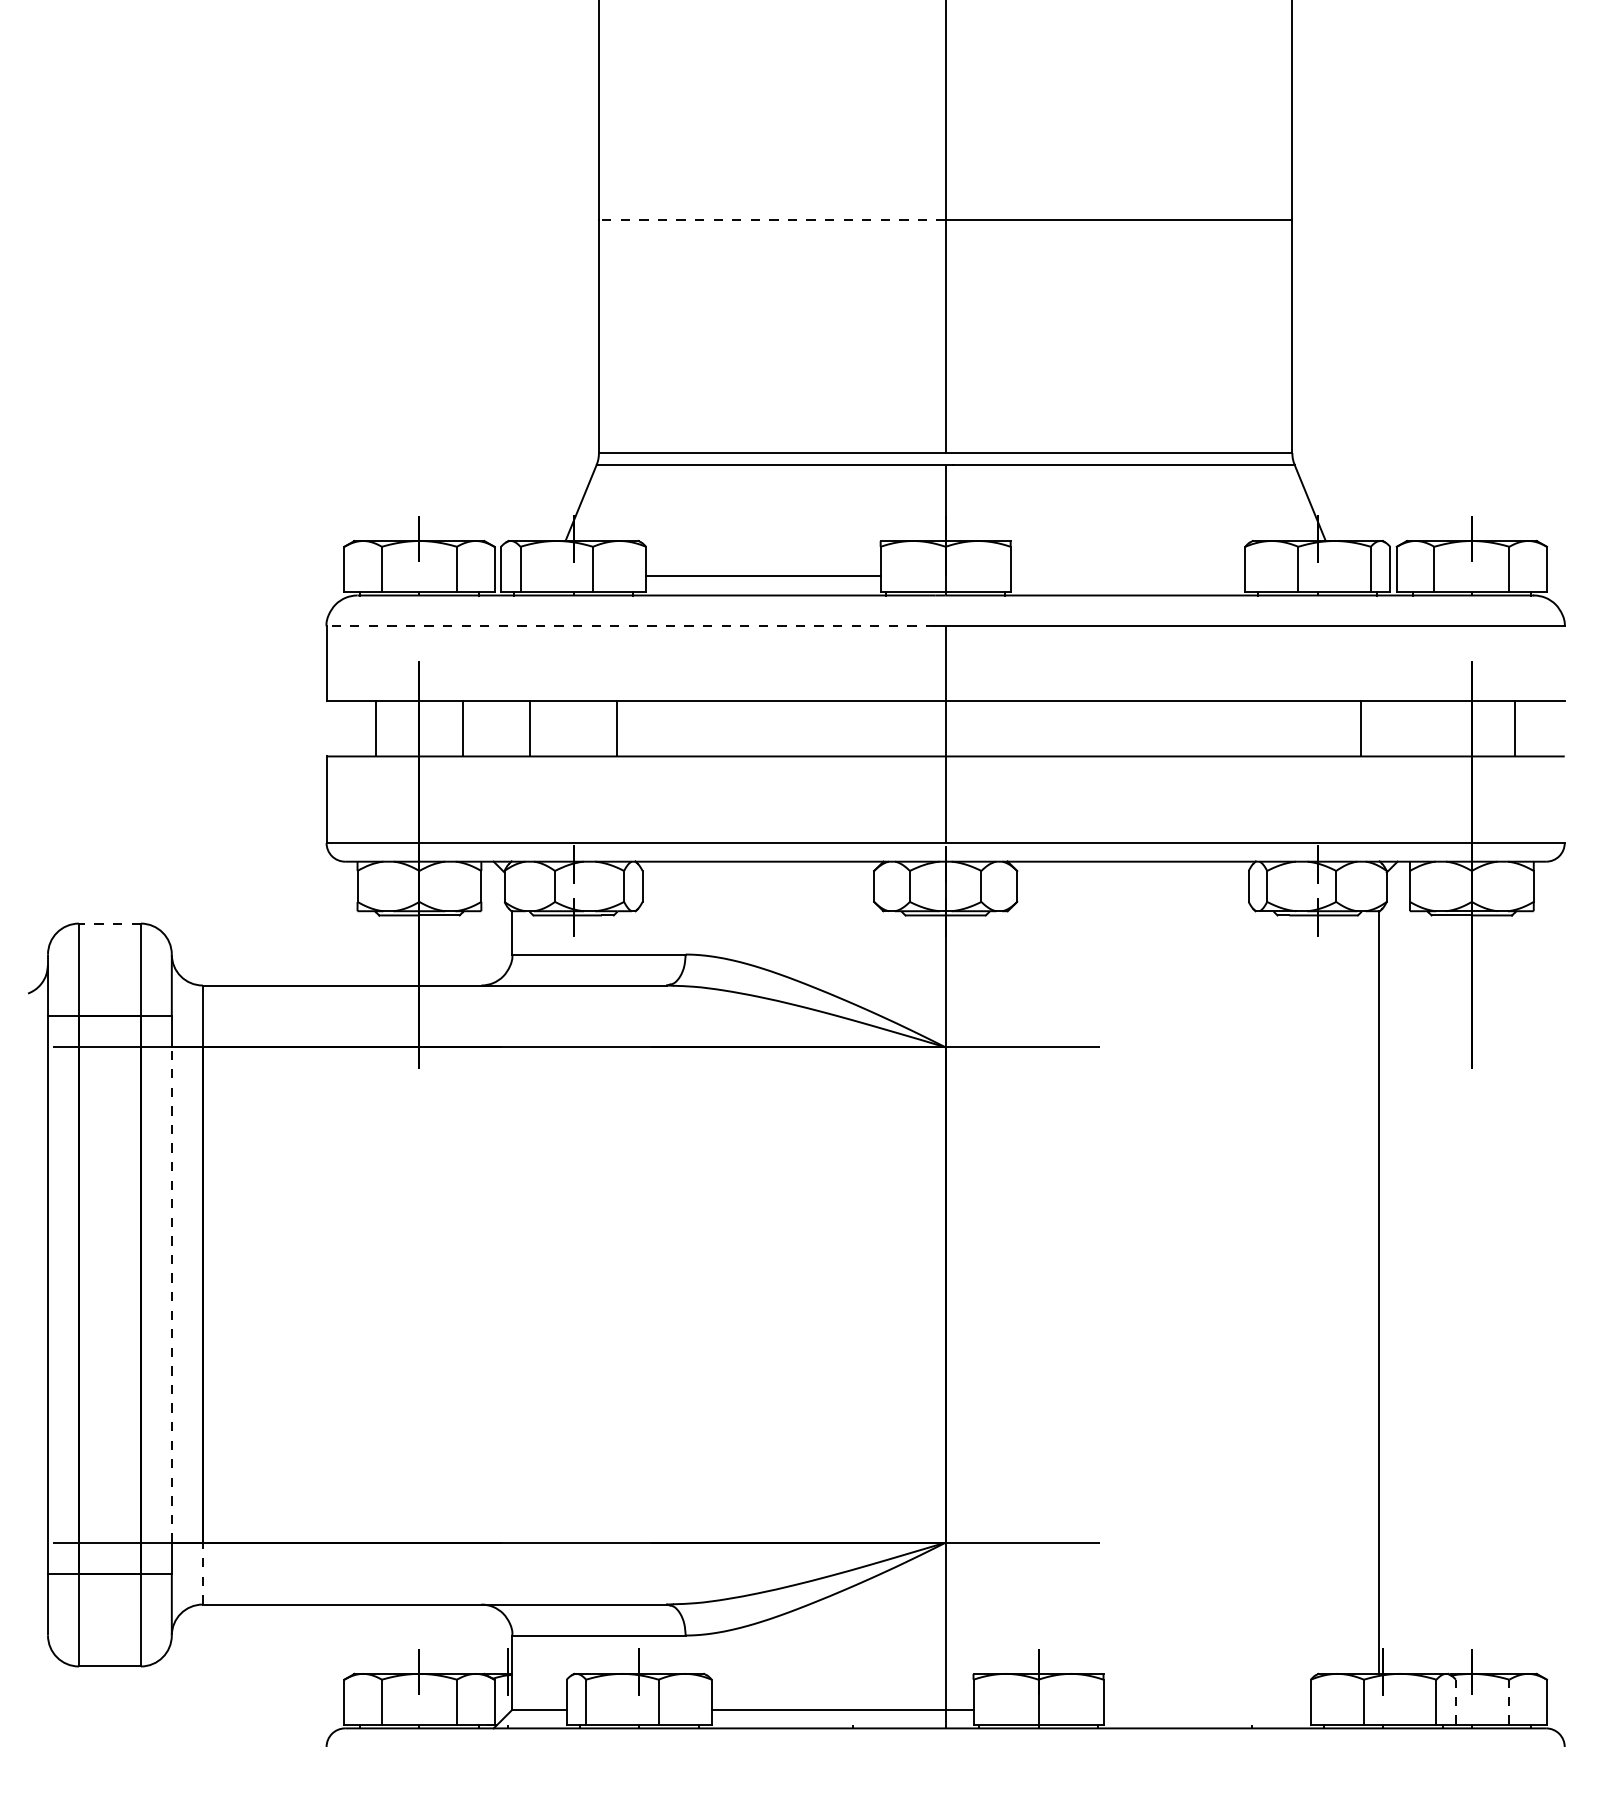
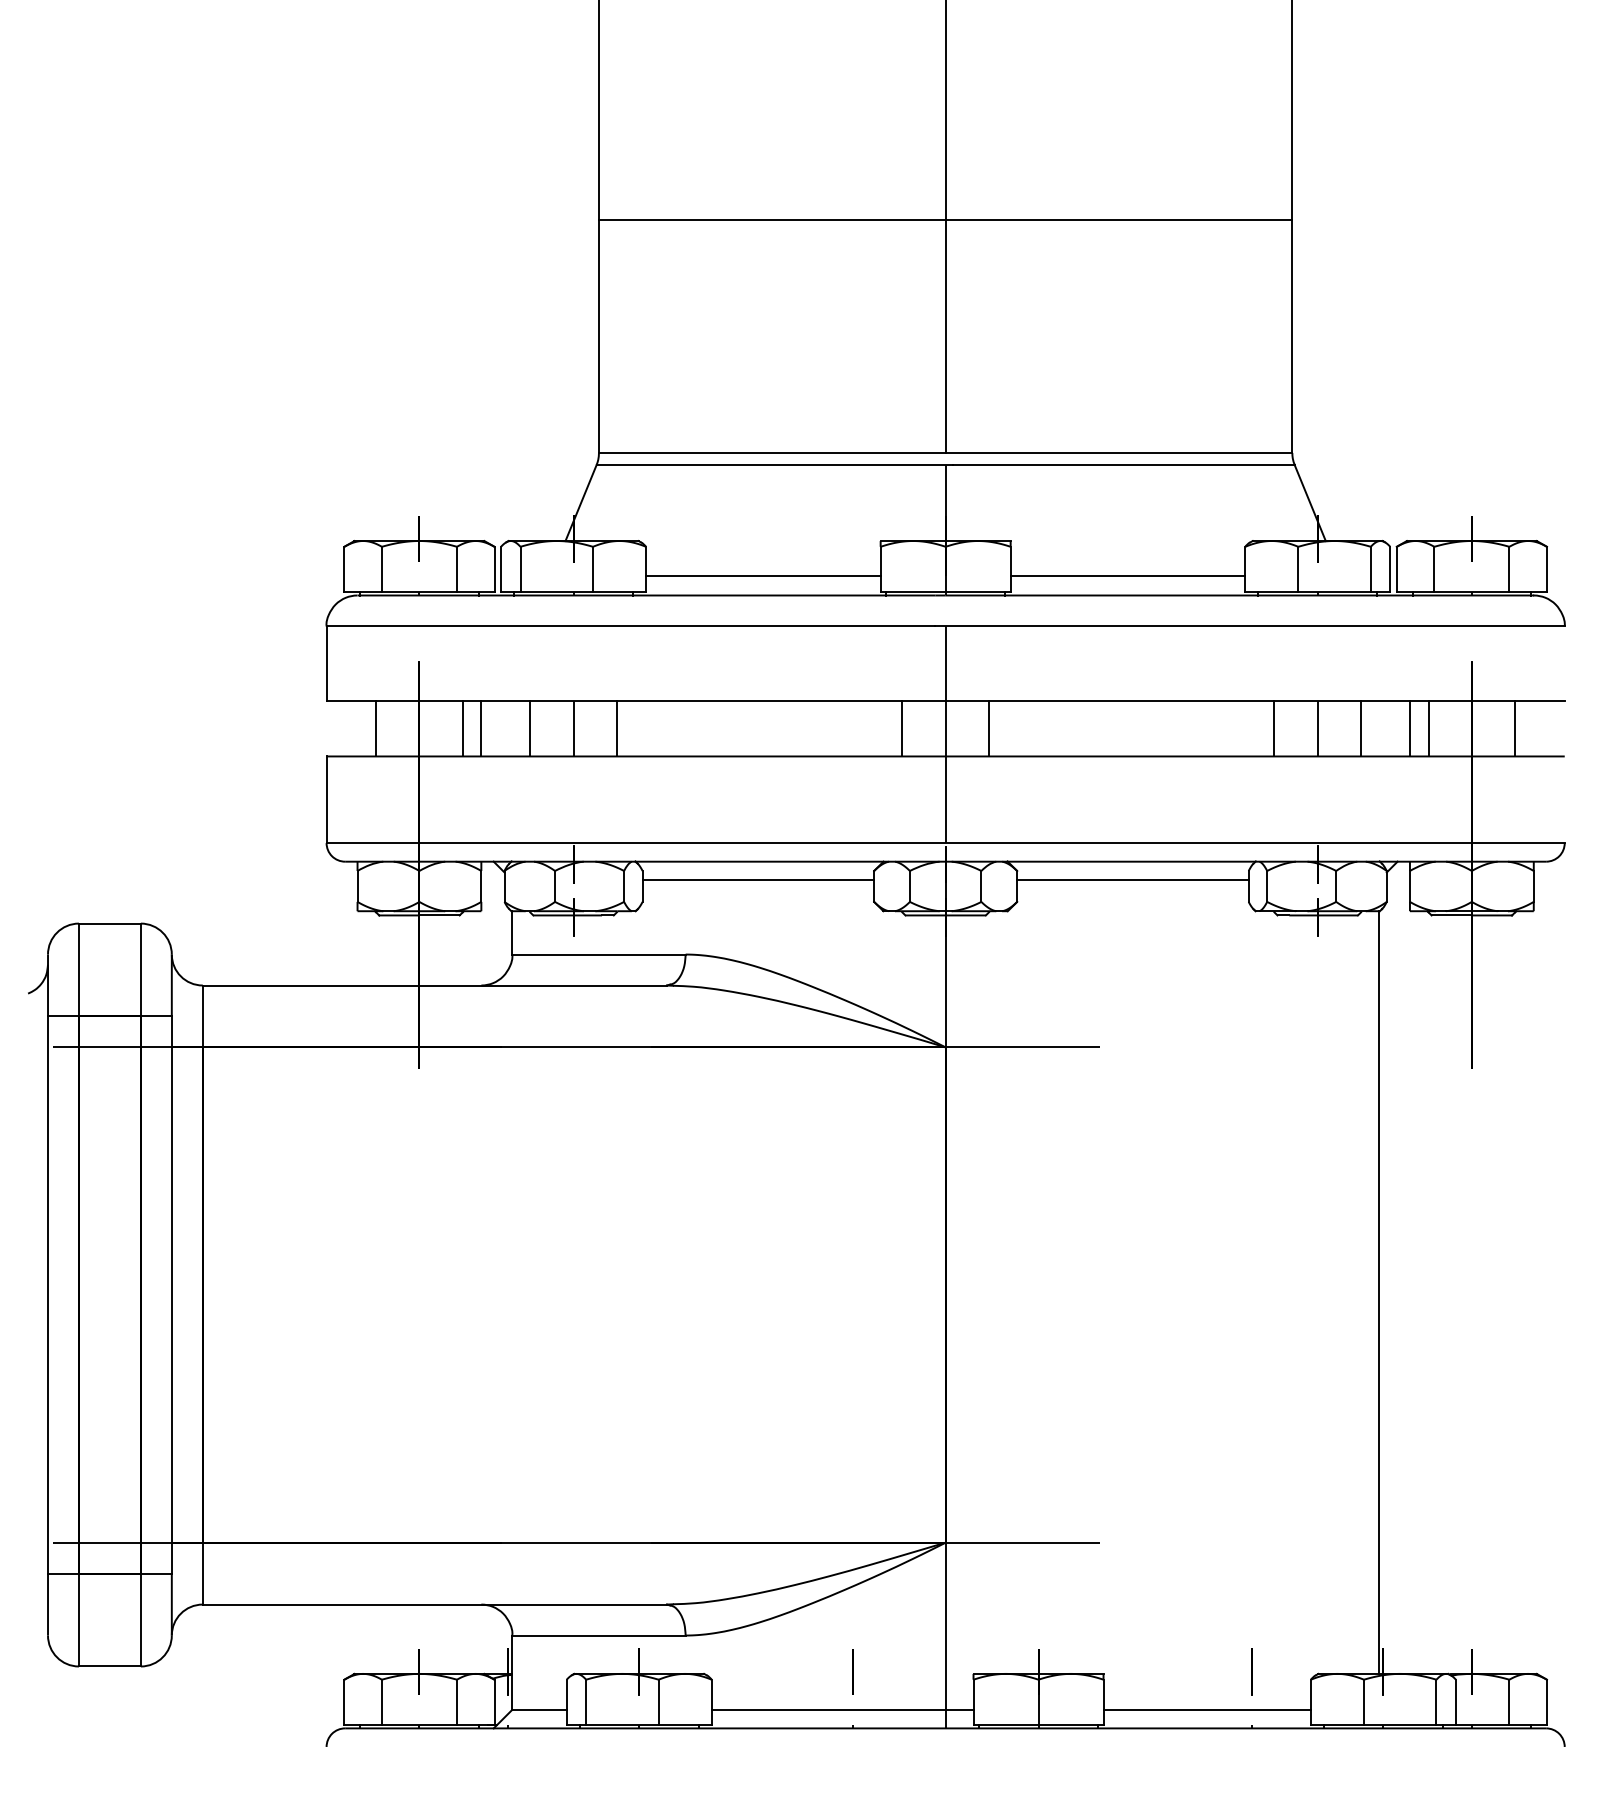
line at (771, 220): dashed -> solid
line at (1127, 576): none -> present
line at (630, 626): dashed -> solid
line at (481, 728): none -> present
line at (573, 728): none -> present
line at (902, 728): none -> present
line at (989, 728): none -> present
line at (1274, 728): none -> present
line at (1317, 728): none -> present
line at (1409, 728): none -> present
line at (1428, 728): none -> present
line at (758, 880): none -> present
line at (1132, 880): none -> present
line at (109, 923): dashed -> solid
line at (171, 1295): dashed -> solid
line at (202, 1573): dashed -> solid
line at (852, 1671): none -> present
line at (1251, 1671): none -> present
line at (1455, 1701): dashed -> solid
line at (1509, 1701): dashed -> solid
line at (1206, 1709): none -> present
